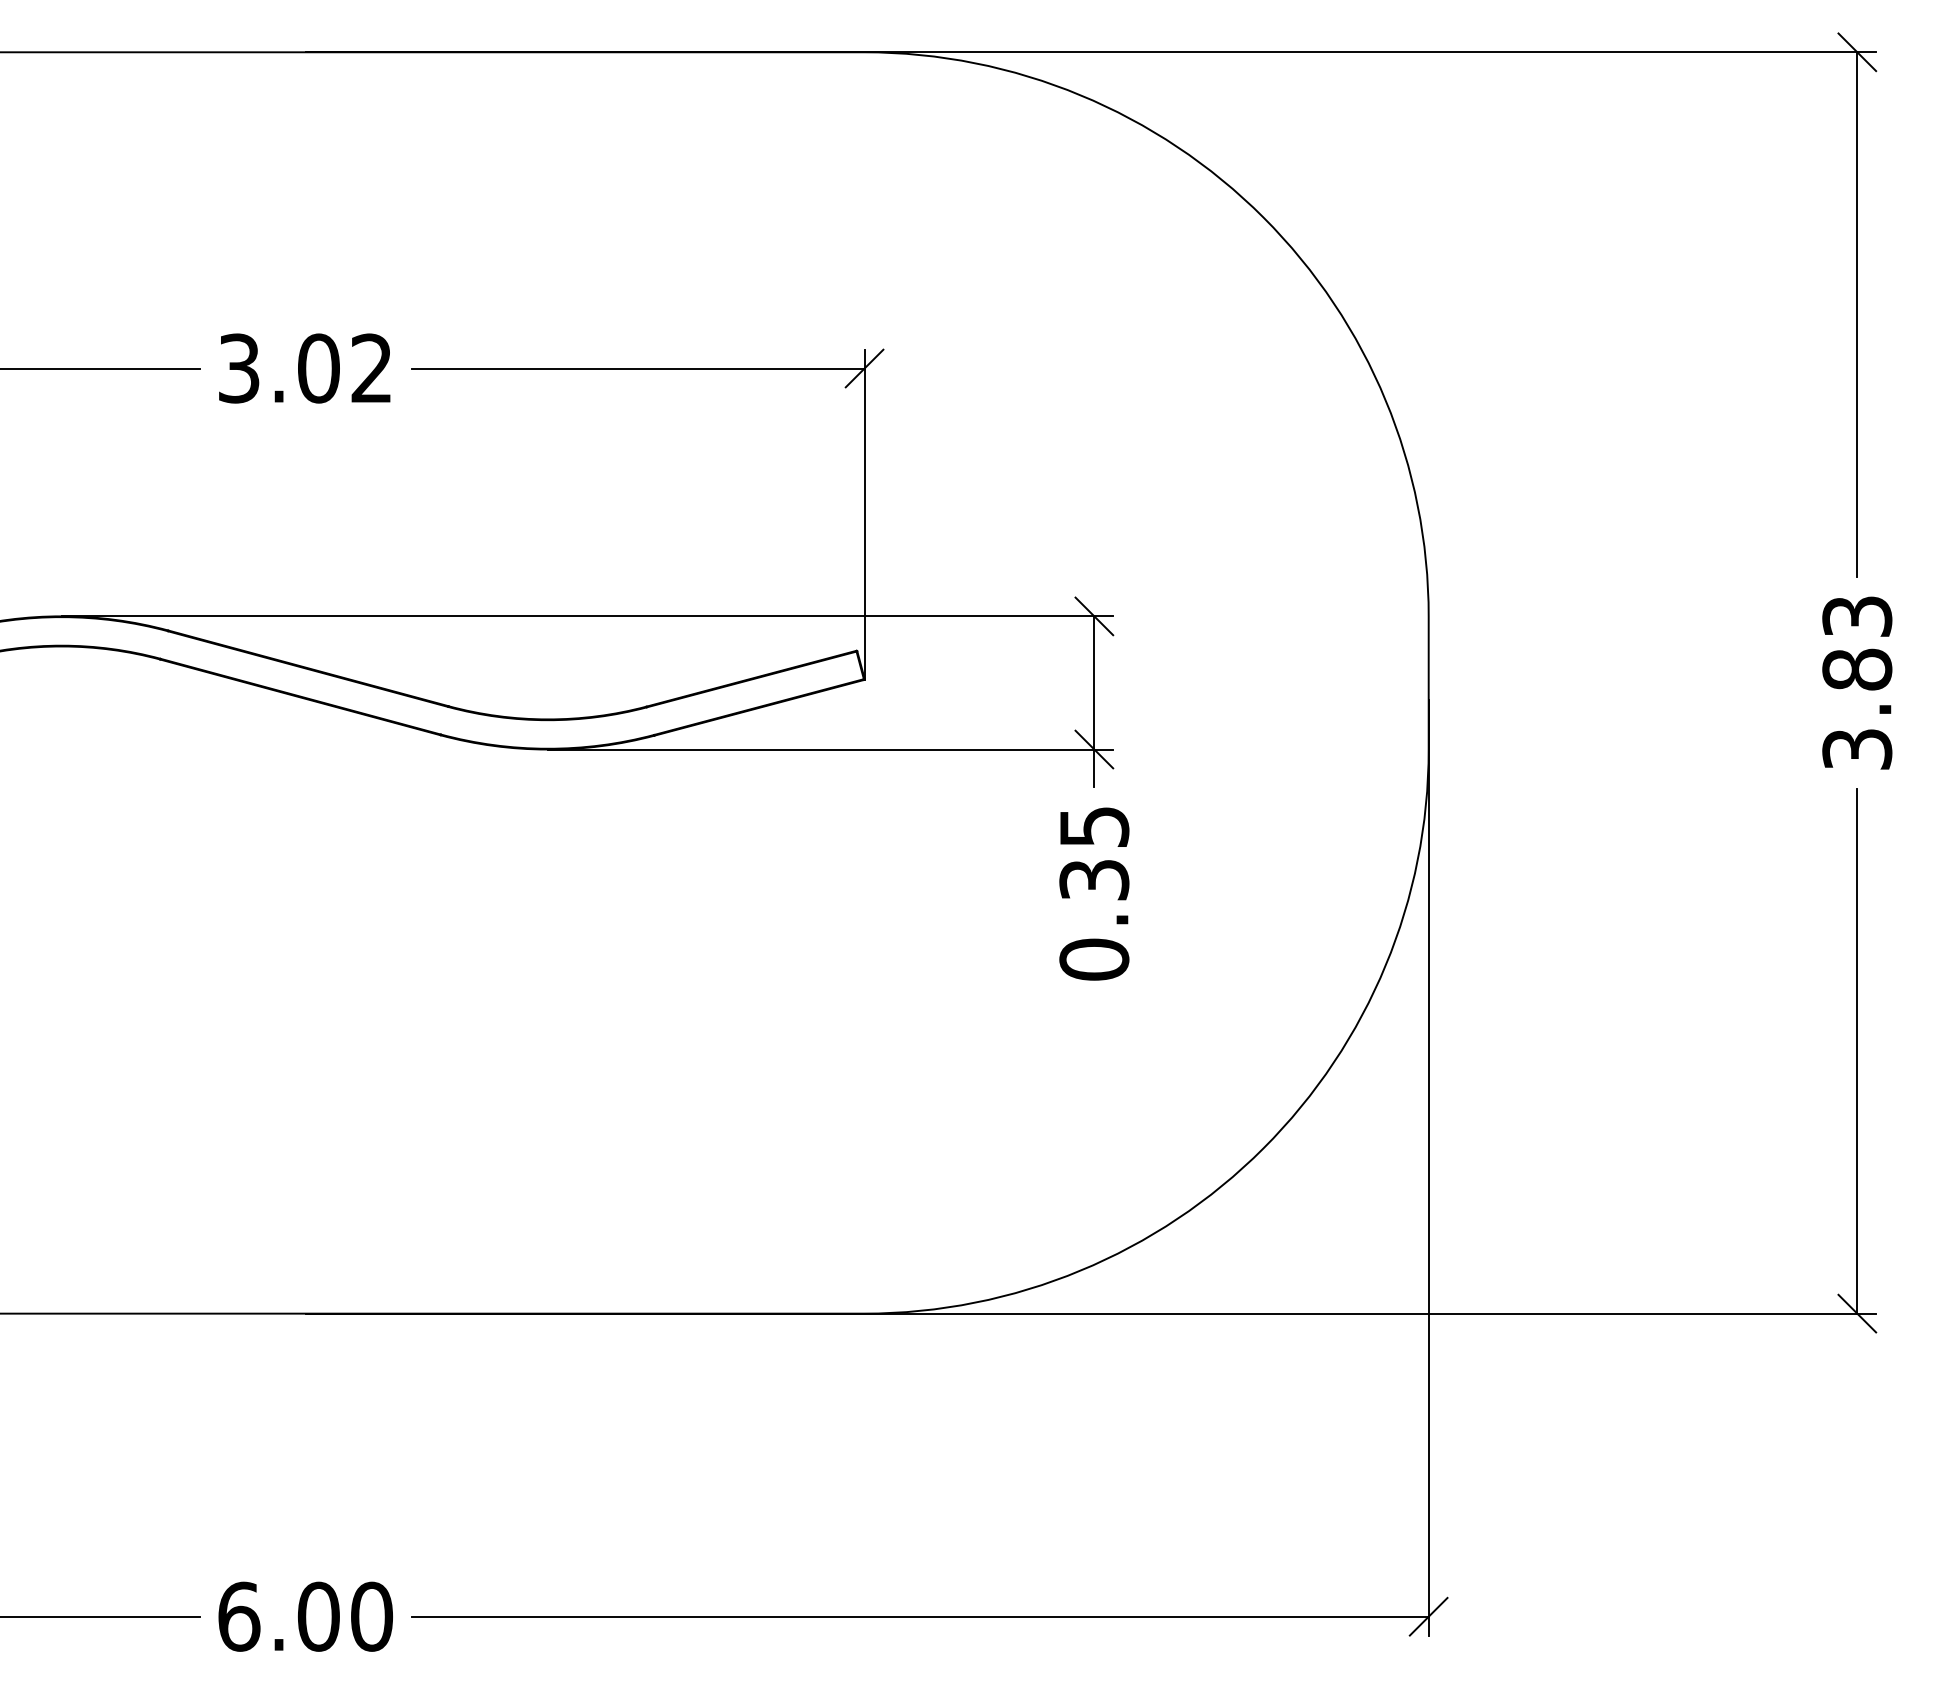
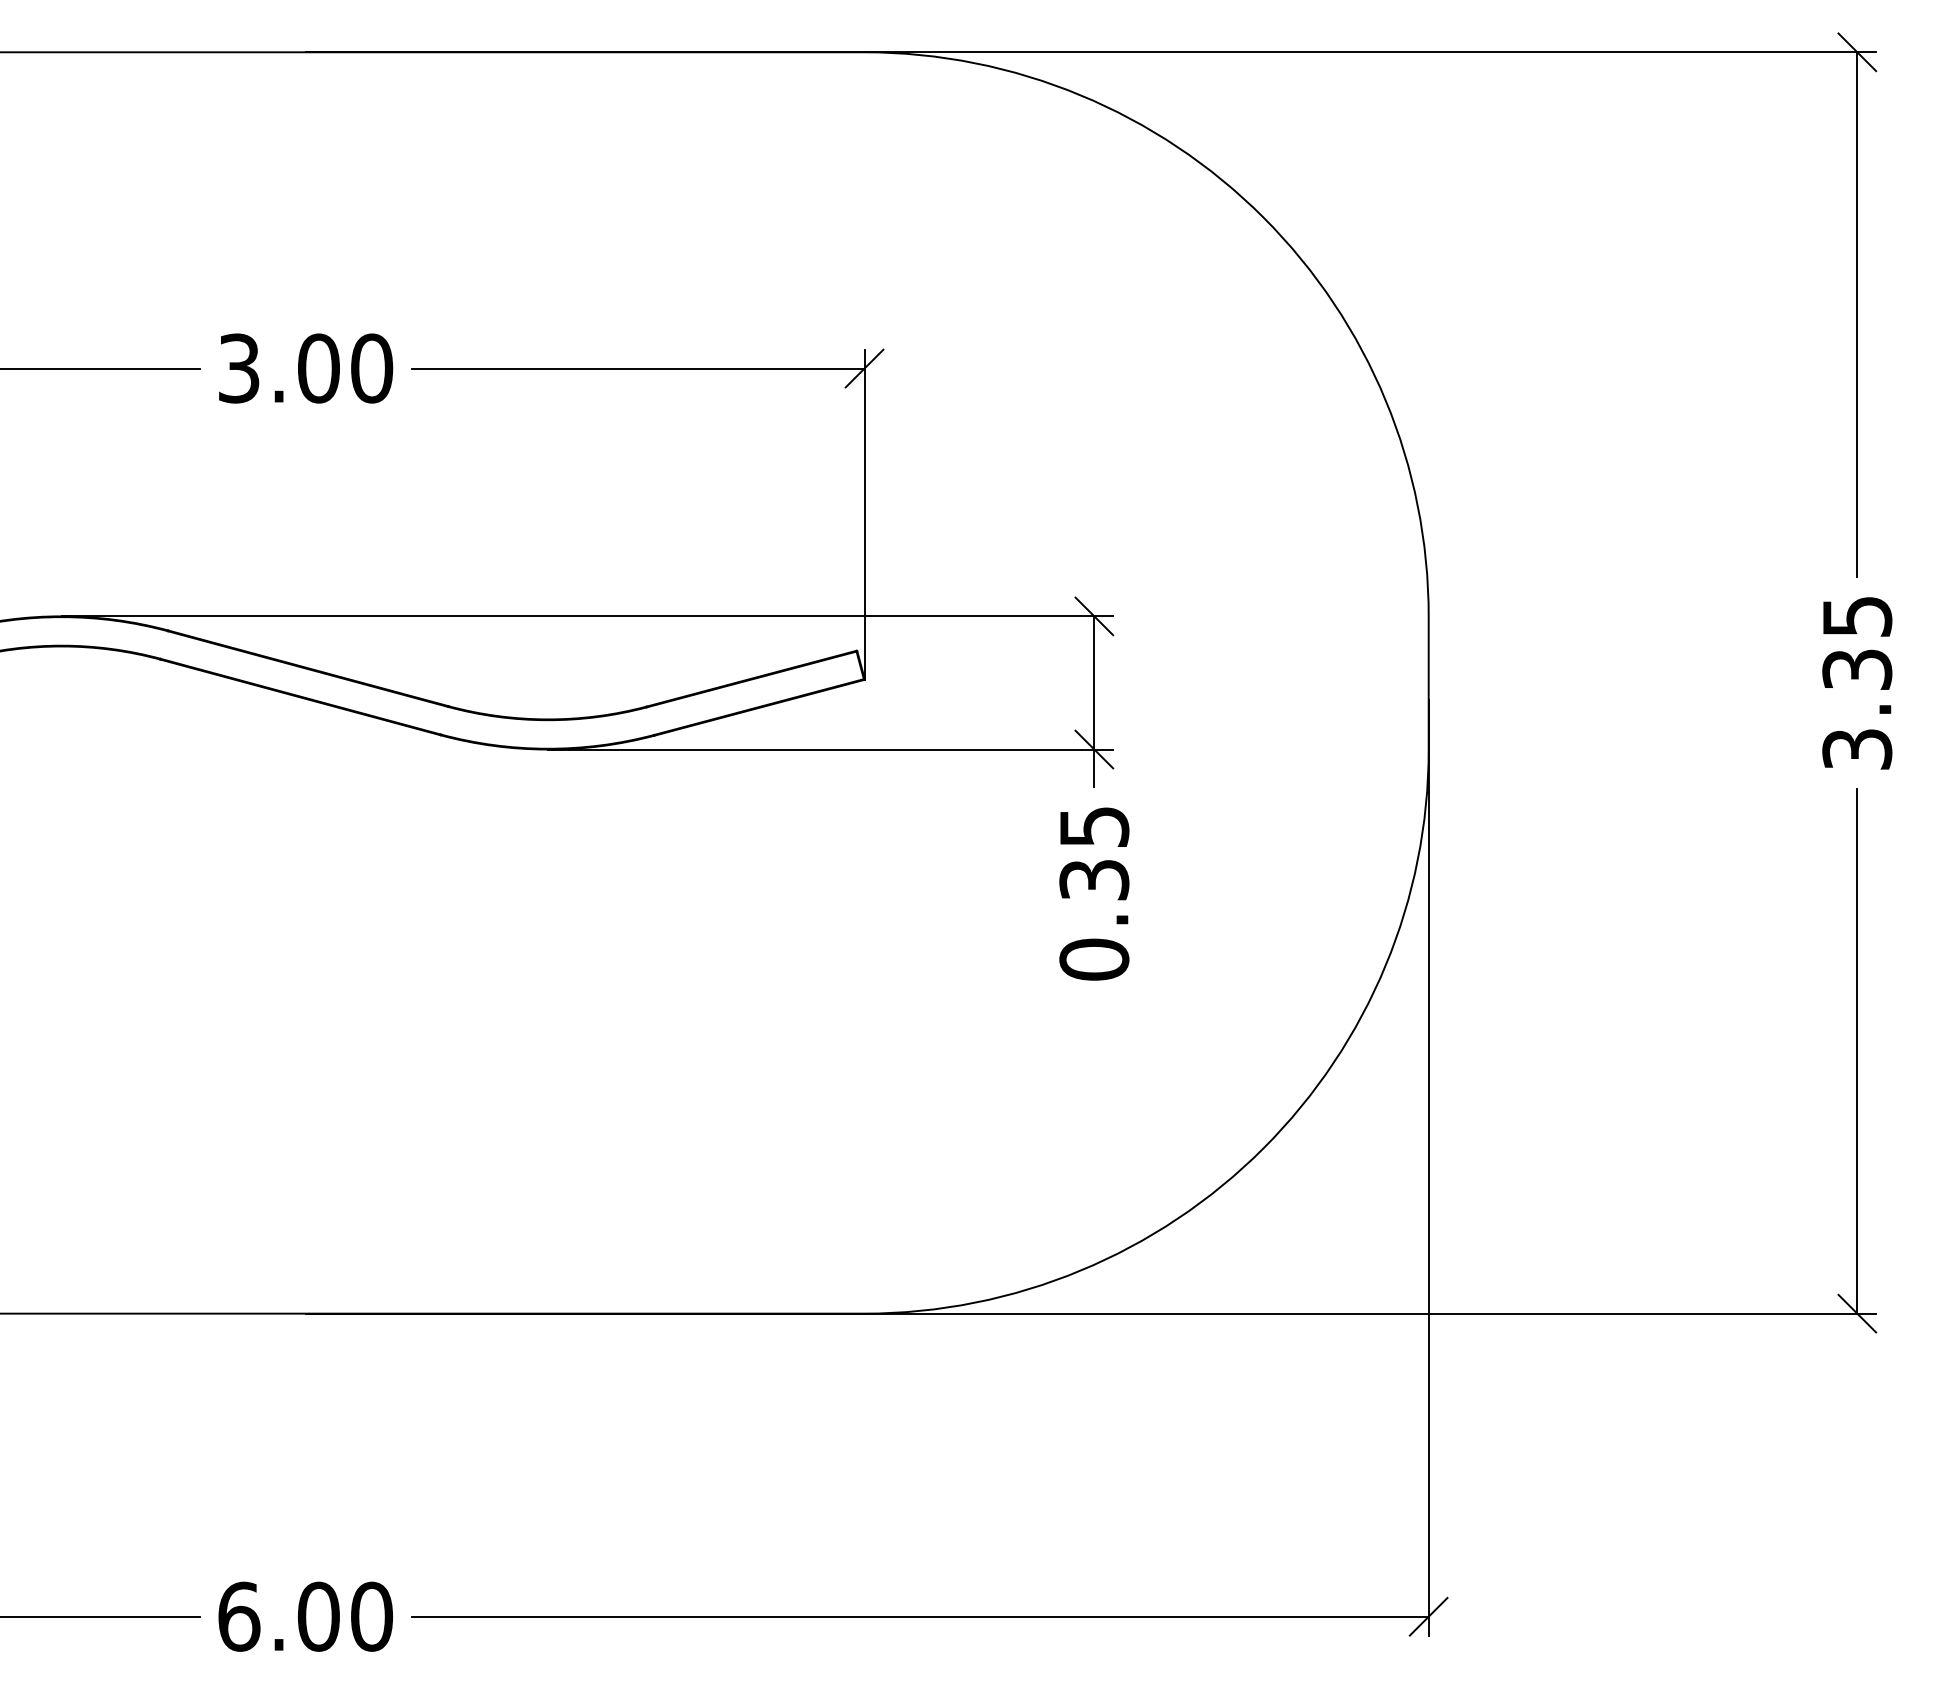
text at (372, 368): 3.02 -> 3.00
text at (1857, 643): 3.83 -> 3.35
